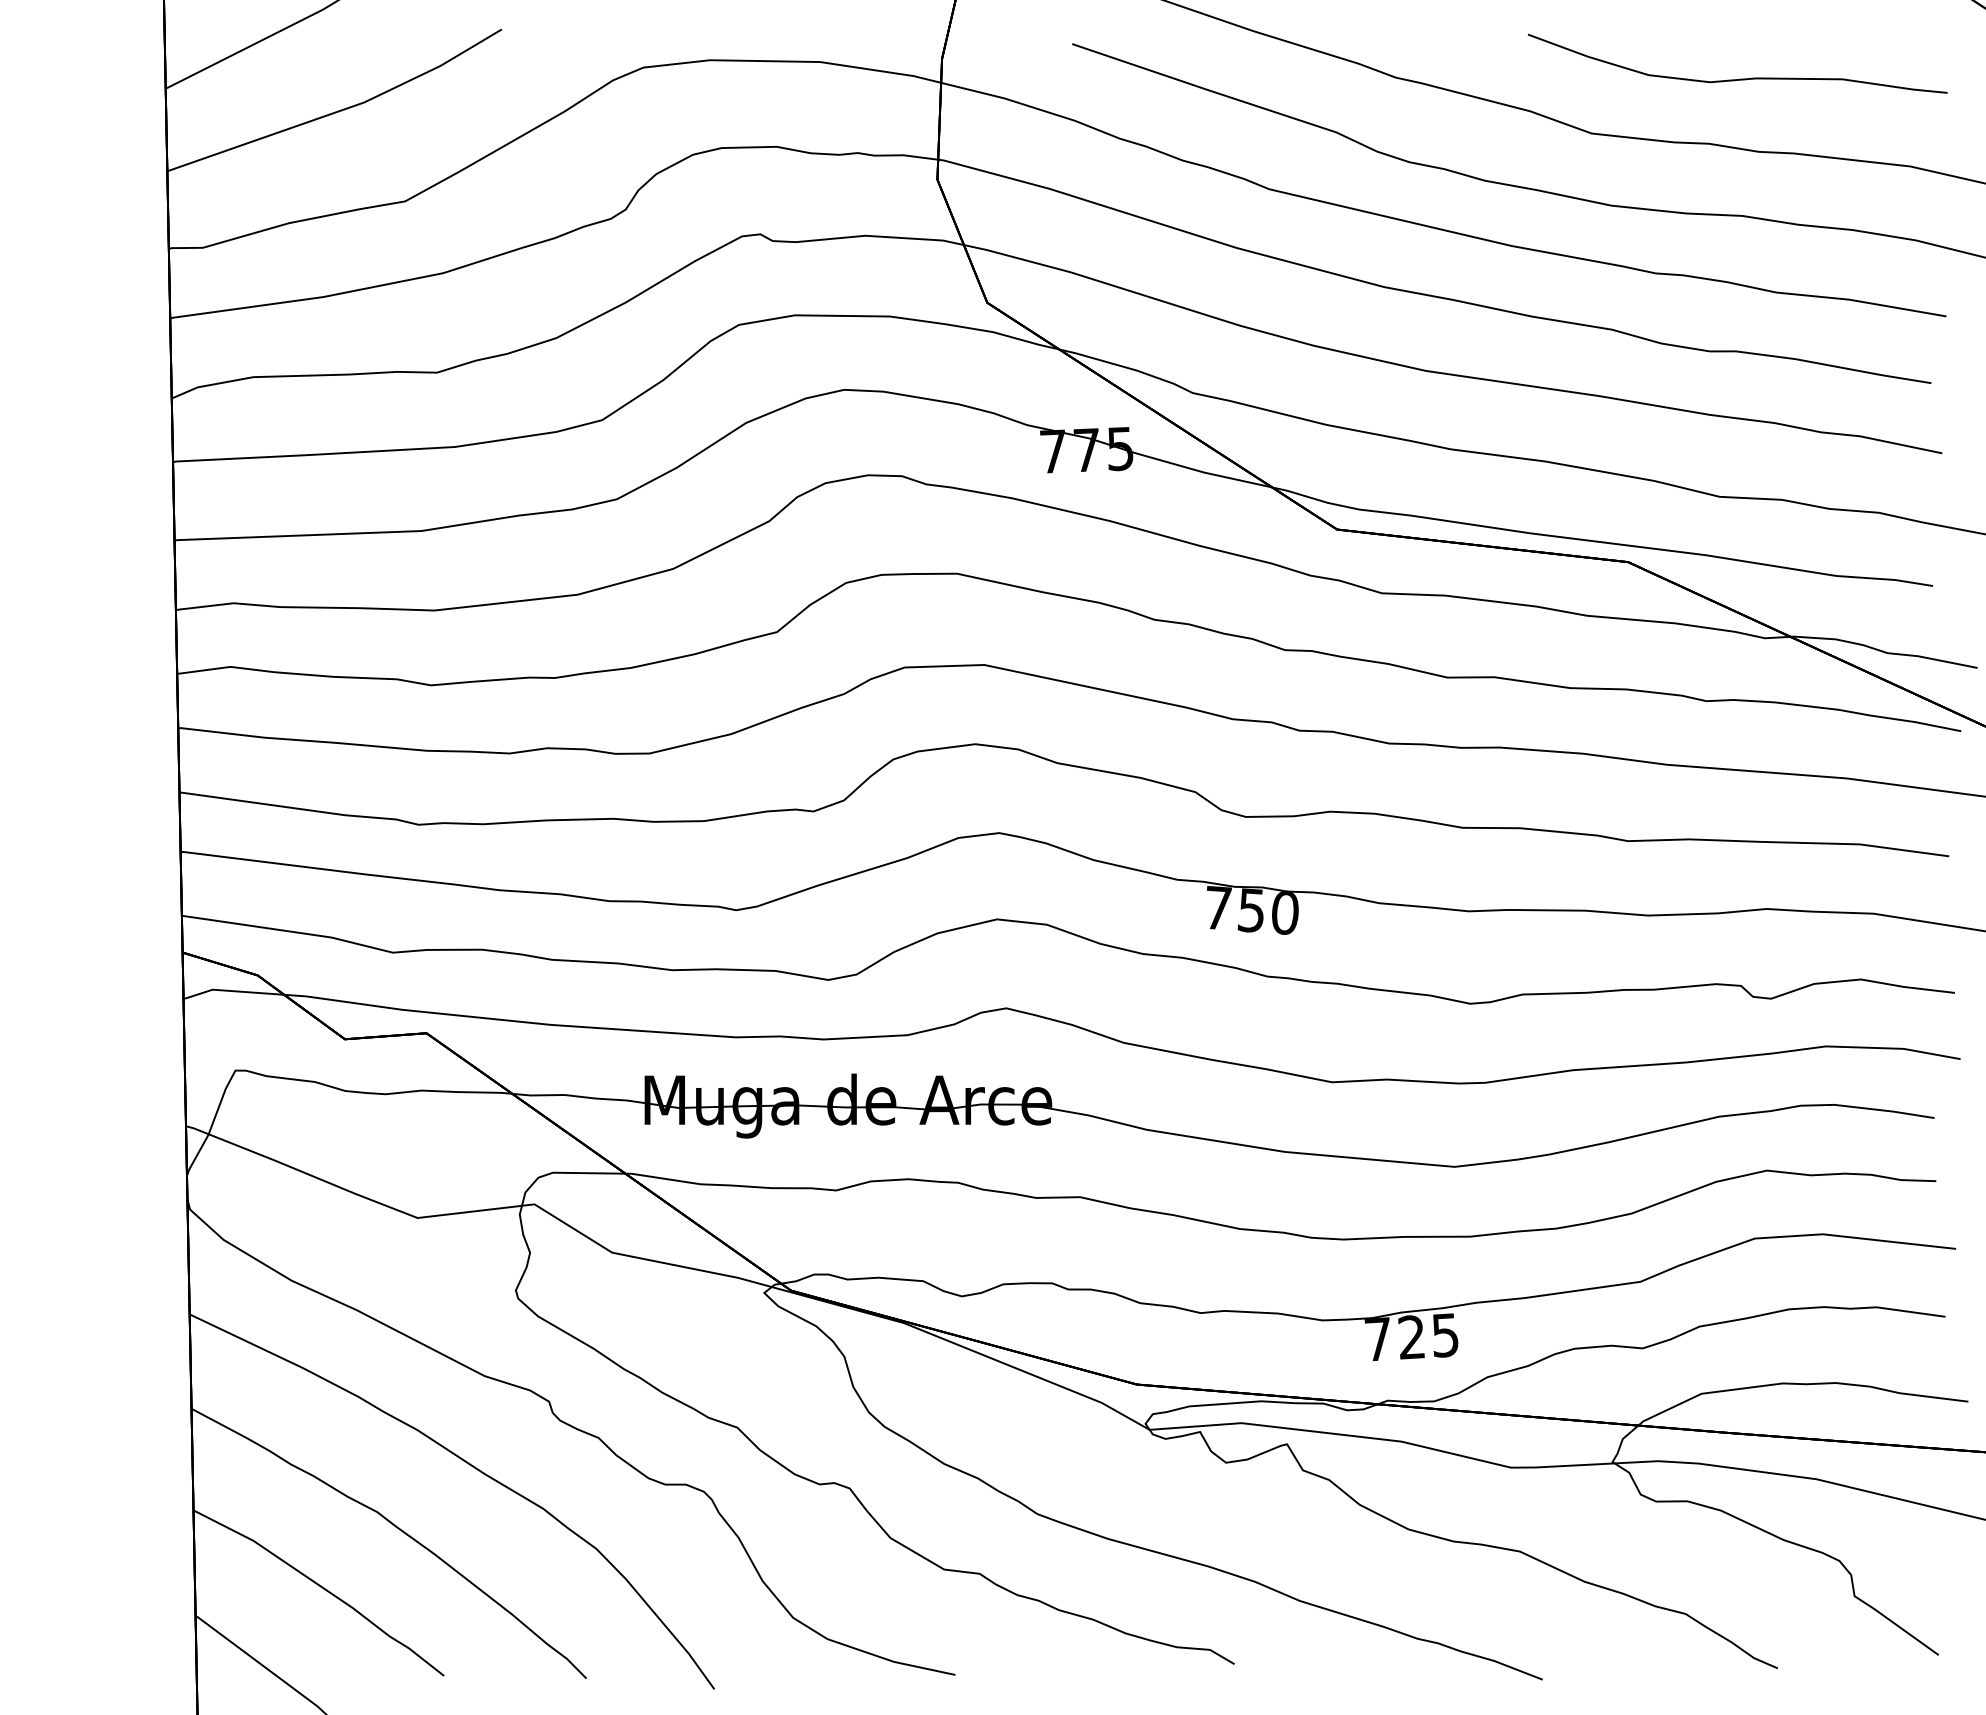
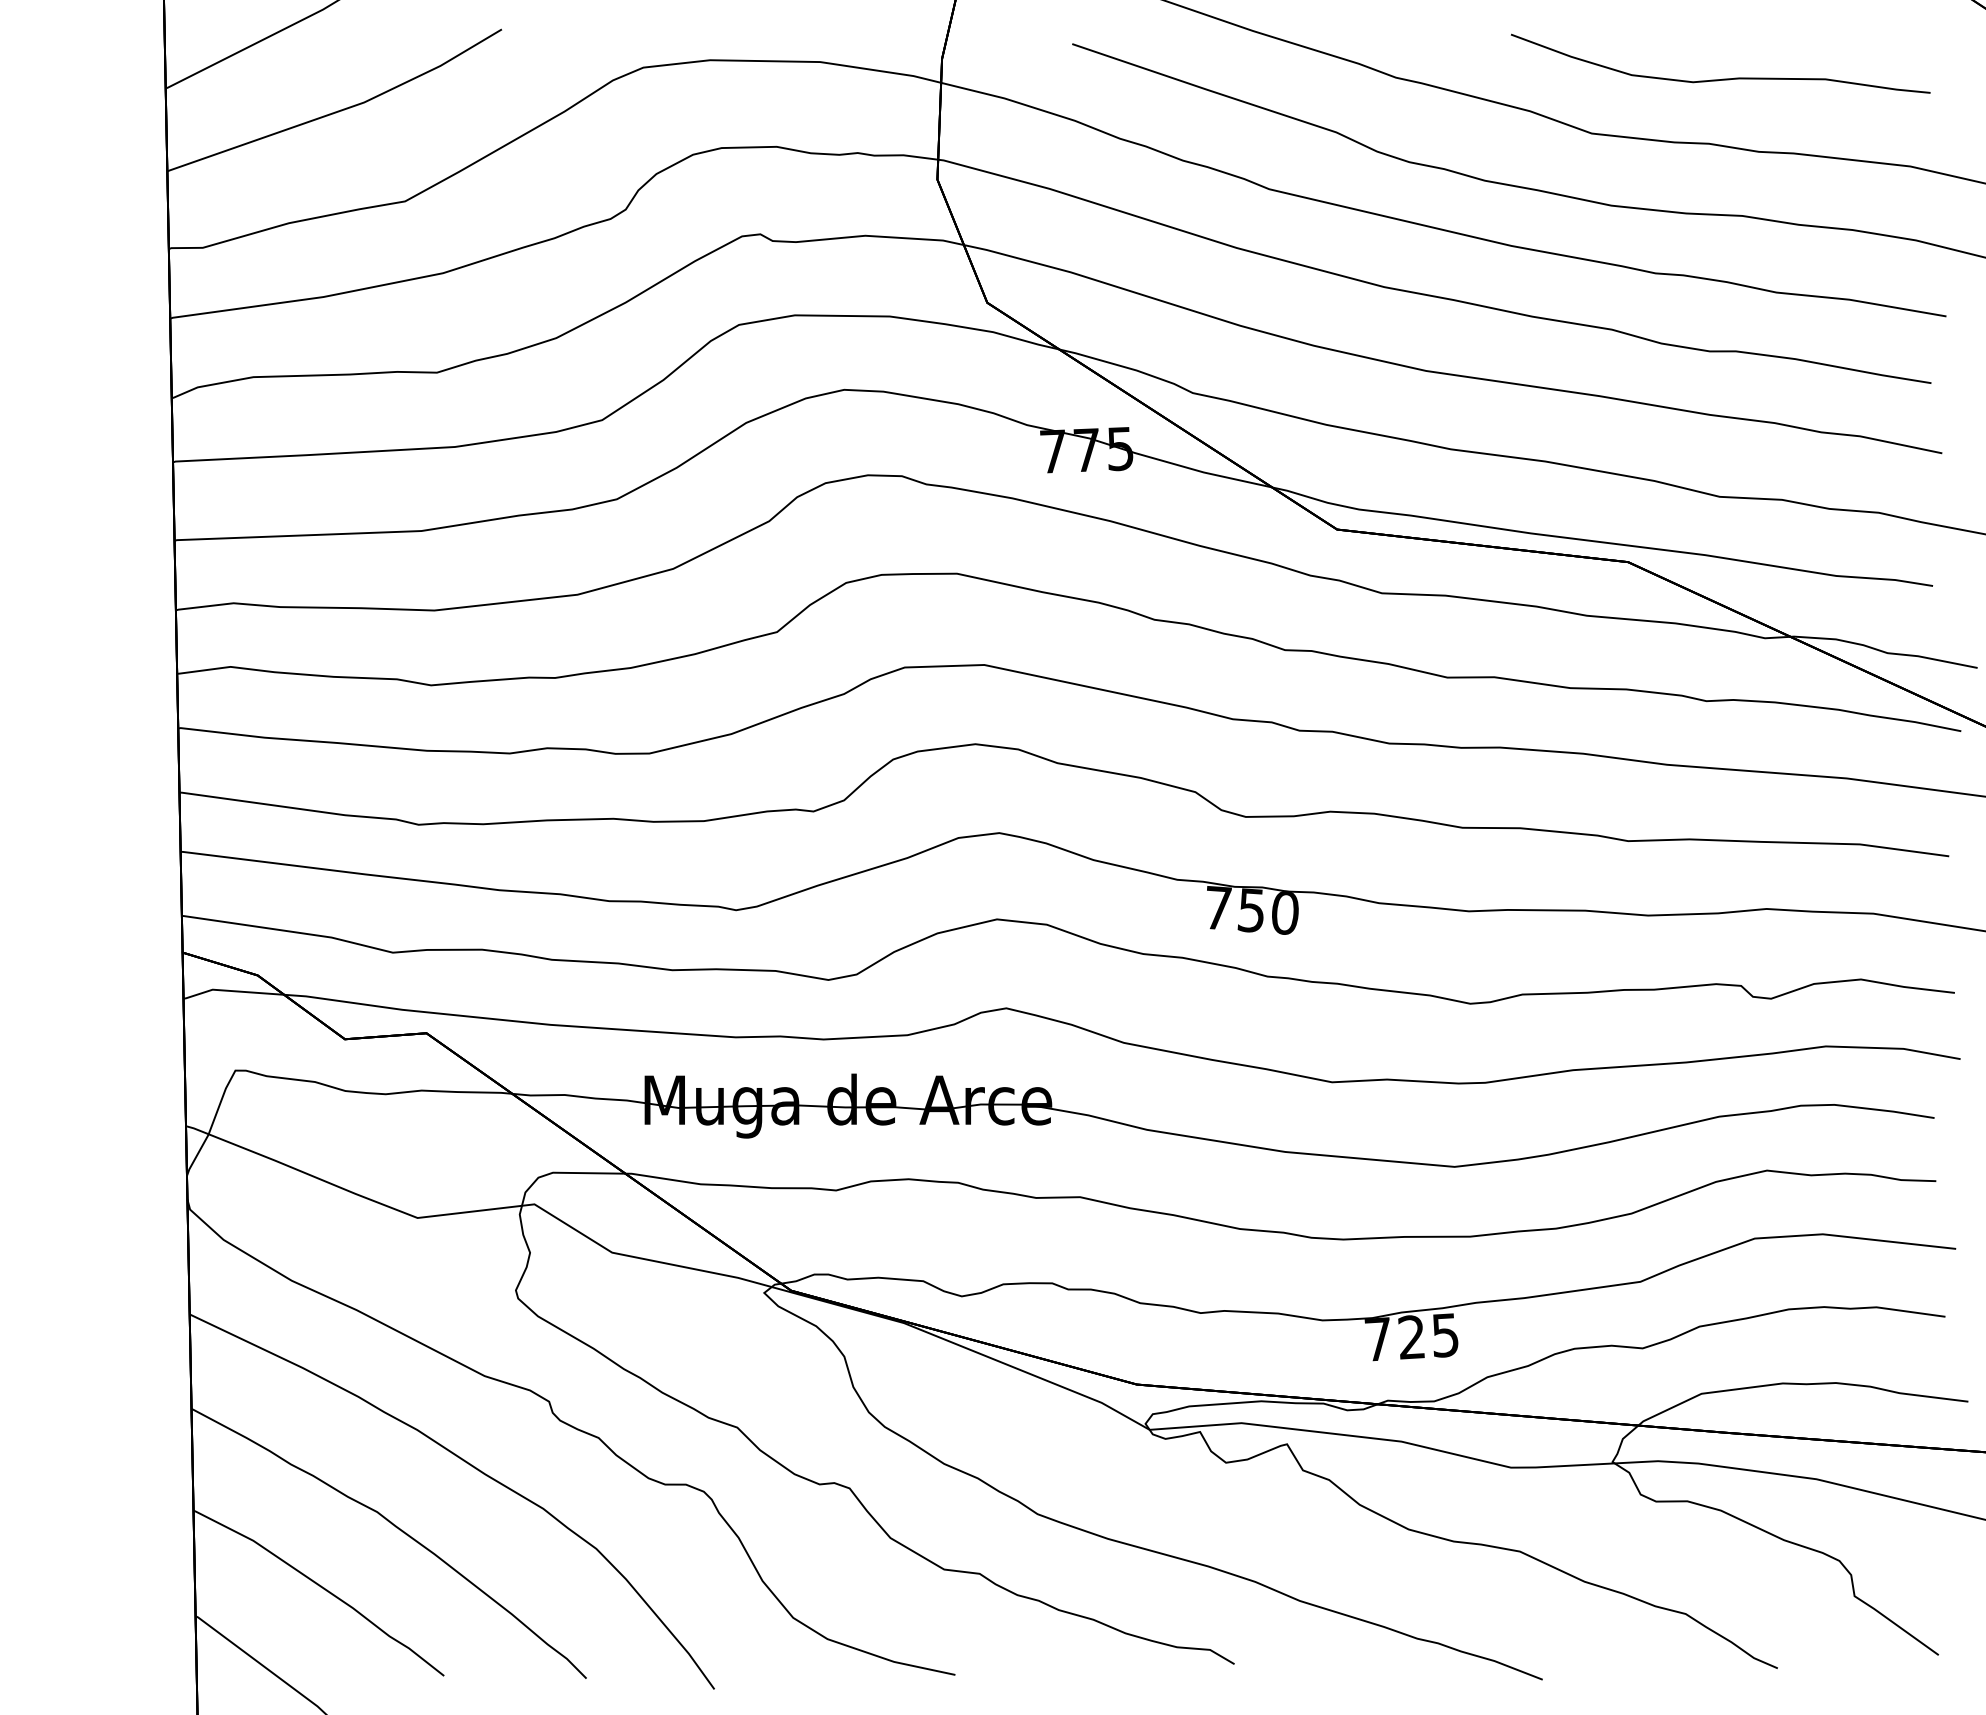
curve at (1739, 78) position: (1739, 78) -> (1722, 78)
